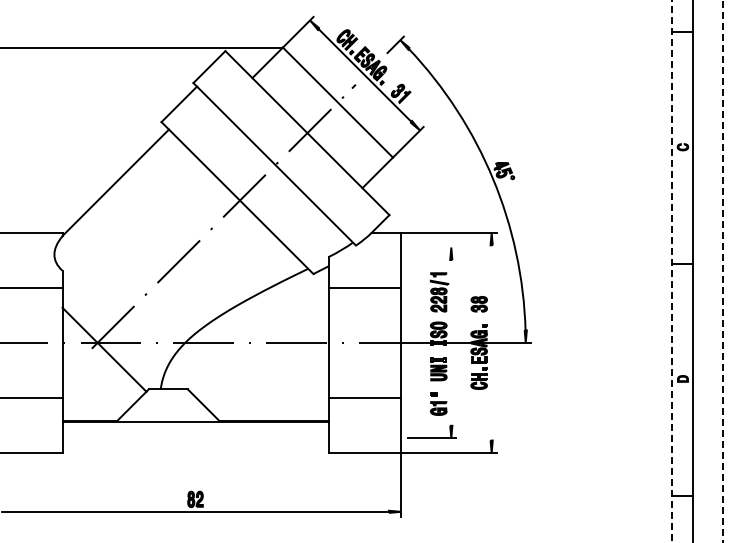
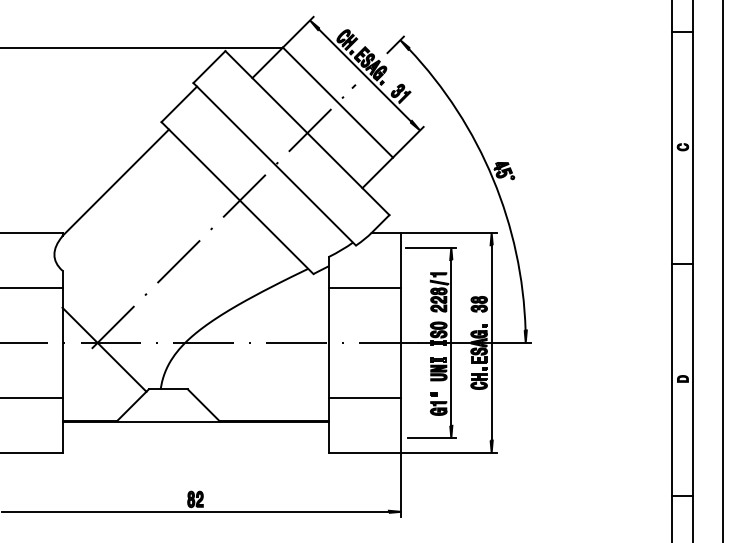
line at (431, 247): none -> present
line at (672, 271): dashed -> solid
line at (722, 271): dashed -> solid
line at (451, 342): none -> present
line at (491, 342): none -> present
